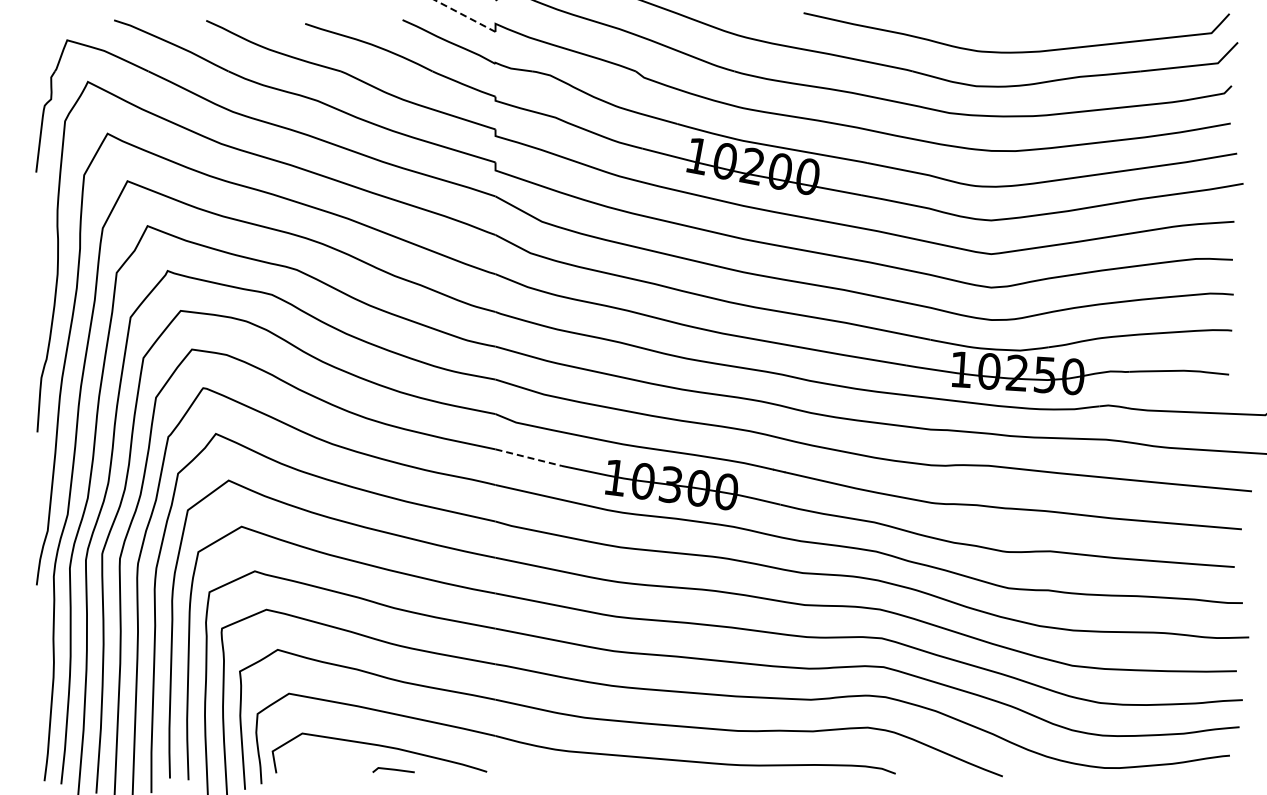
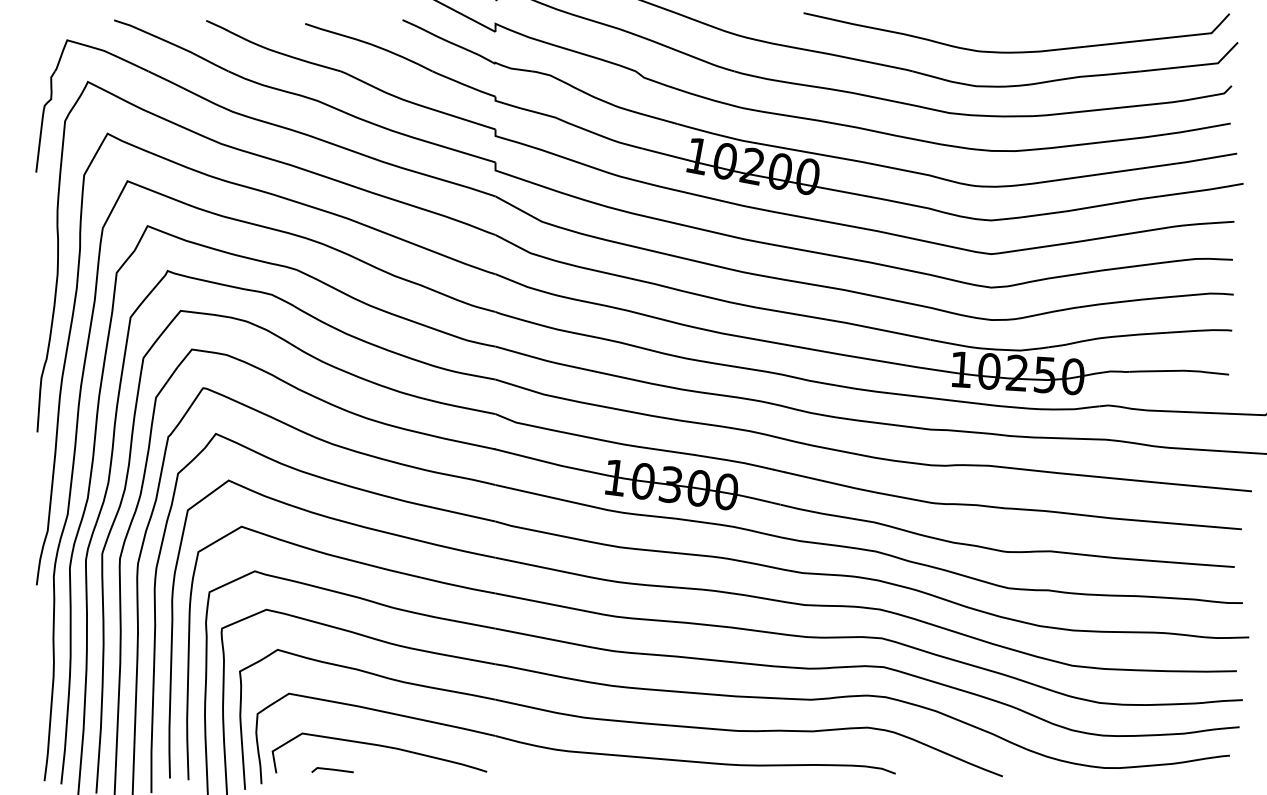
line at (465, 16): dashed -> solid
line at (529, 457): dashed -> solid
line at (393, 770) position: (393, 770) -> (332, 770)
